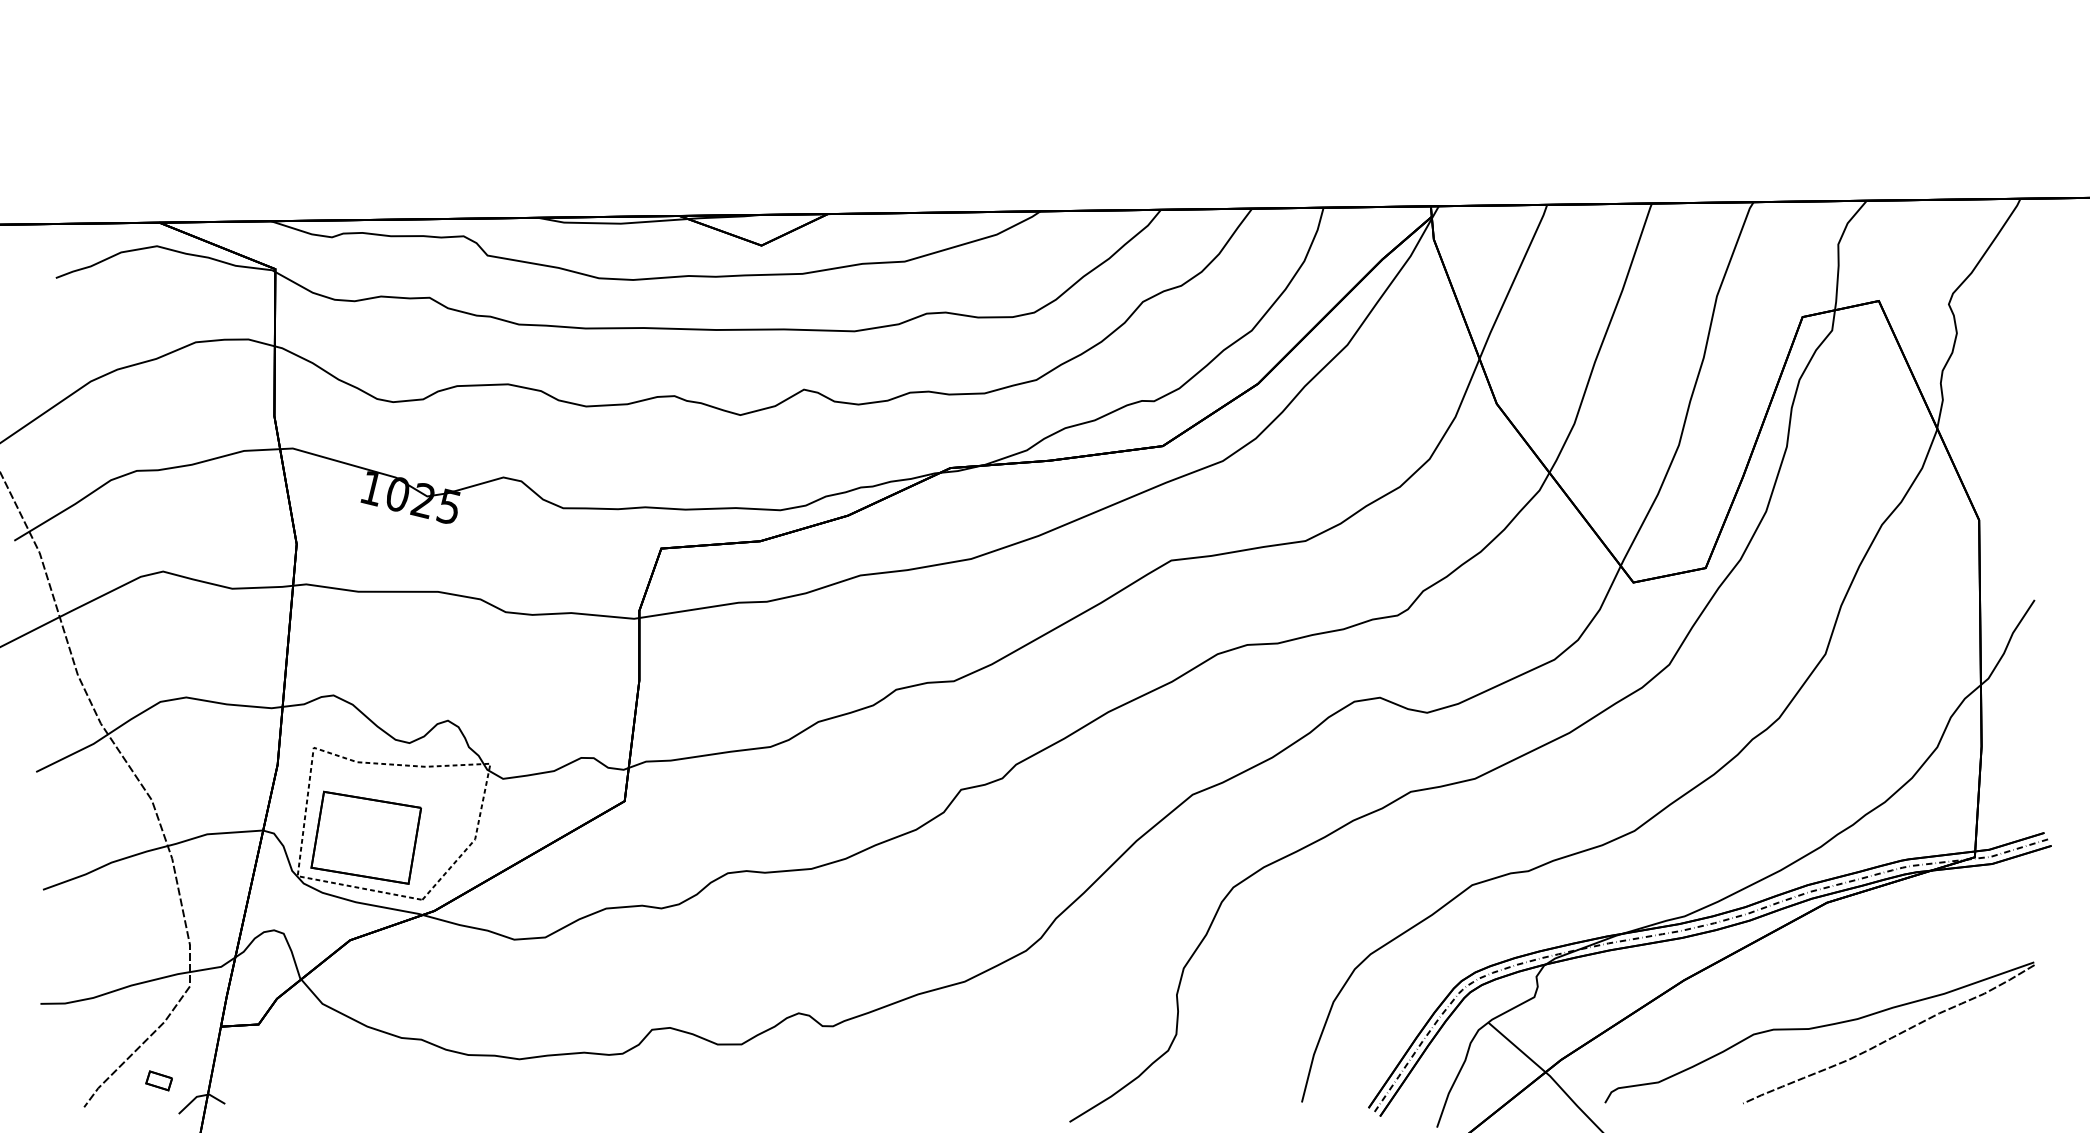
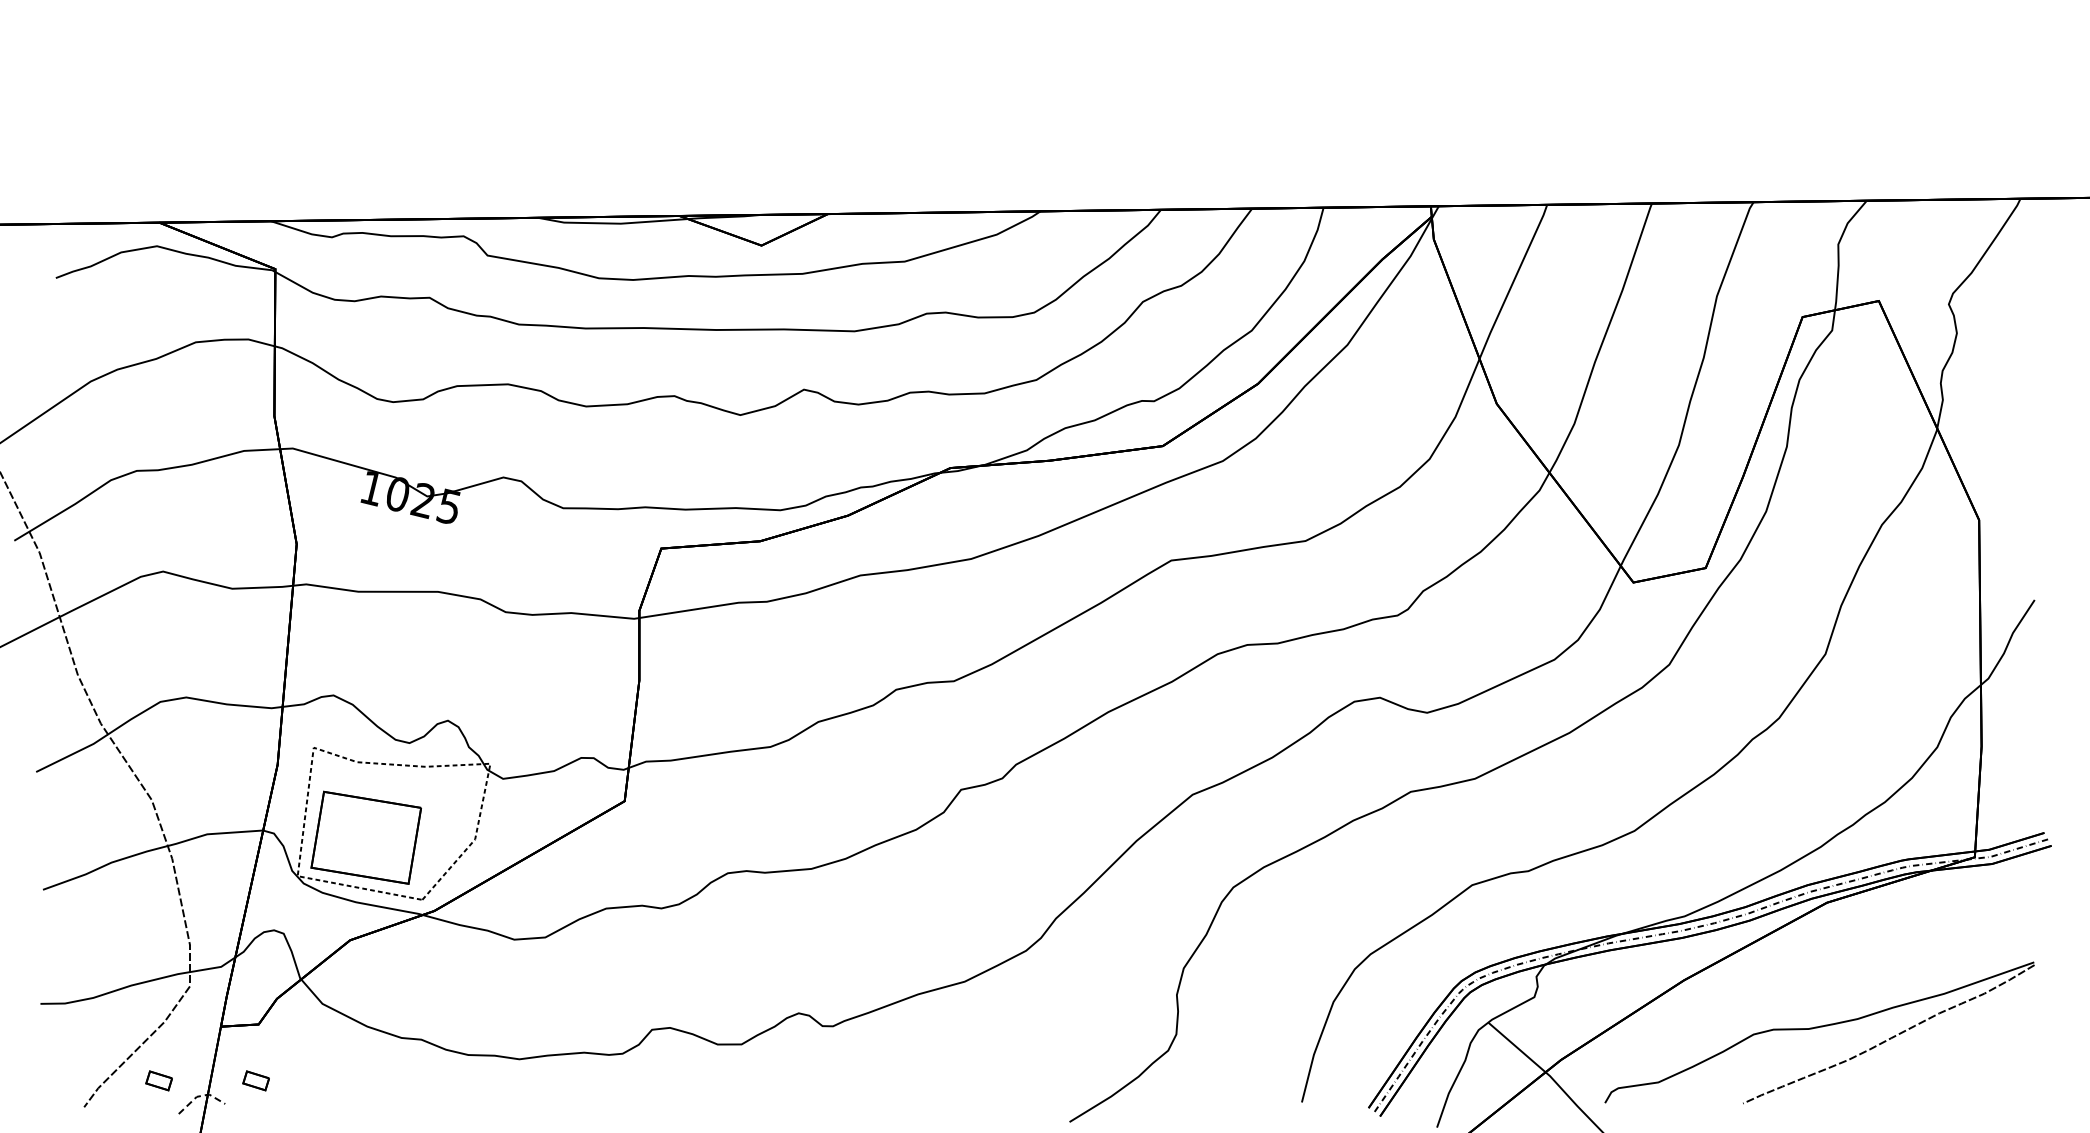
part at (255, 1080): none -> present
line at (200, 1096): solid -> dashed
